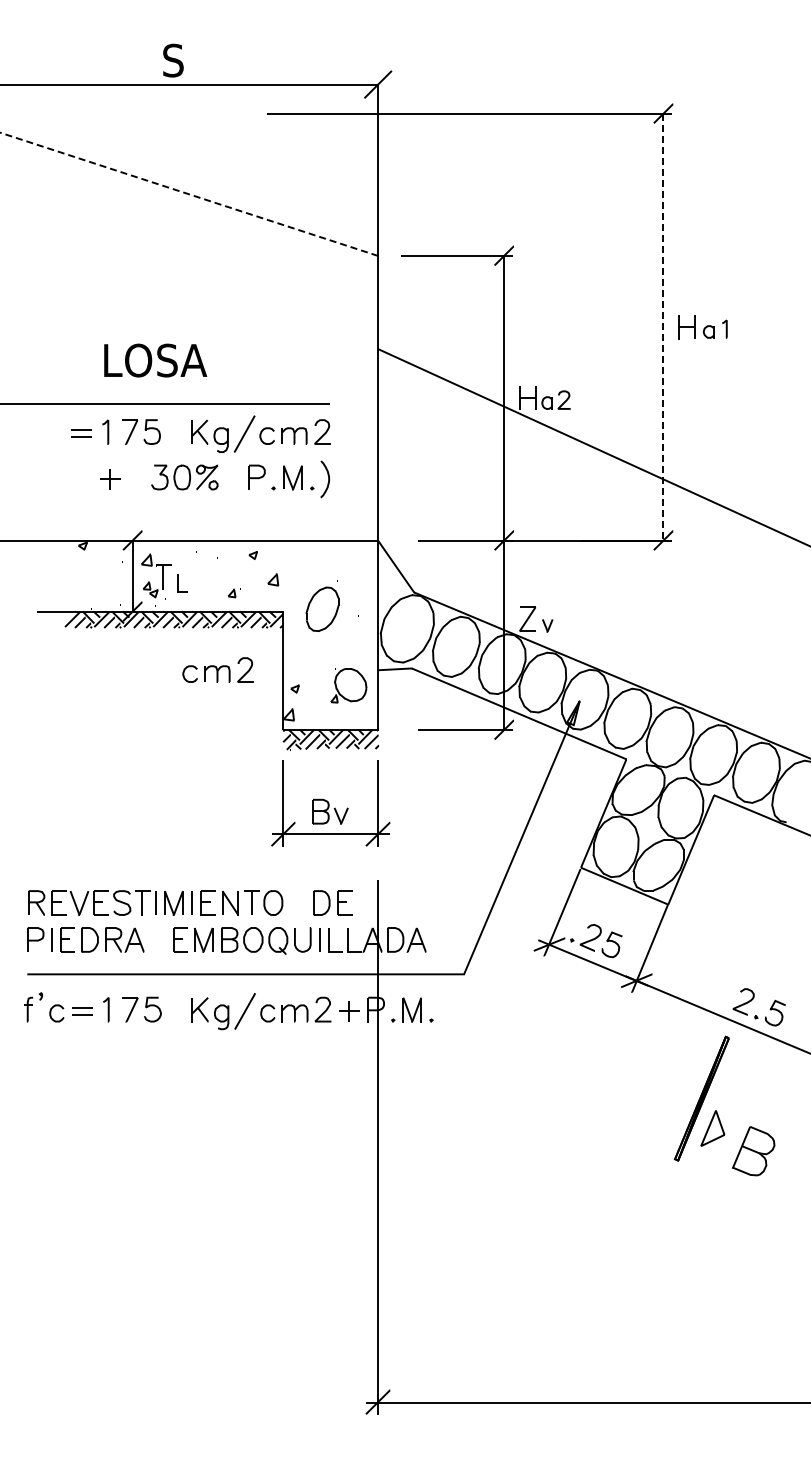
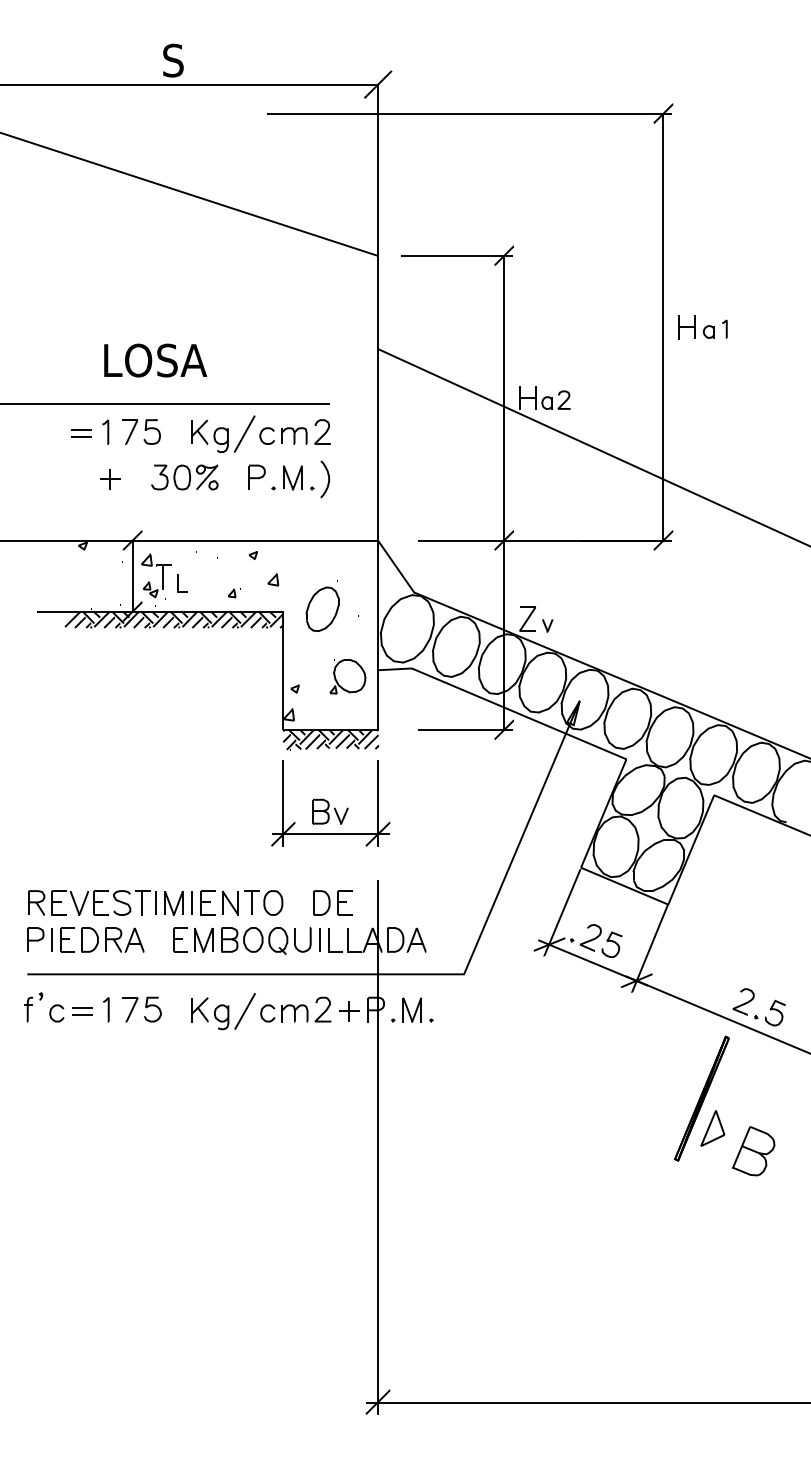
line at (189, 194): dashed -> solid
line at (663, 328): dashed -> solid
part at (217, 669): present -> none
part at (348, 685) position: (348, 685) -> (347, 676)
